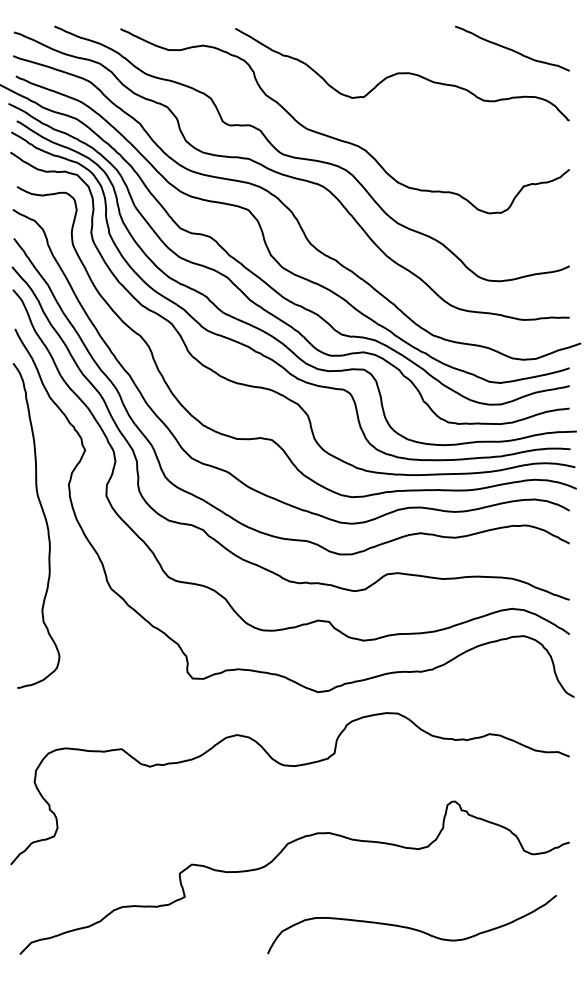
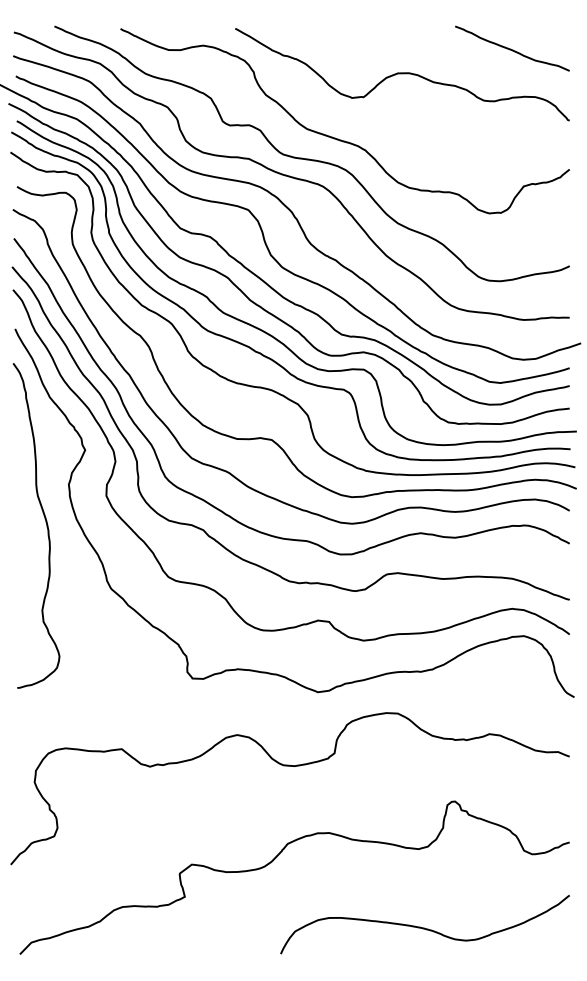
curve at (411, 927) position: (411, 927) -> (424, 927)
